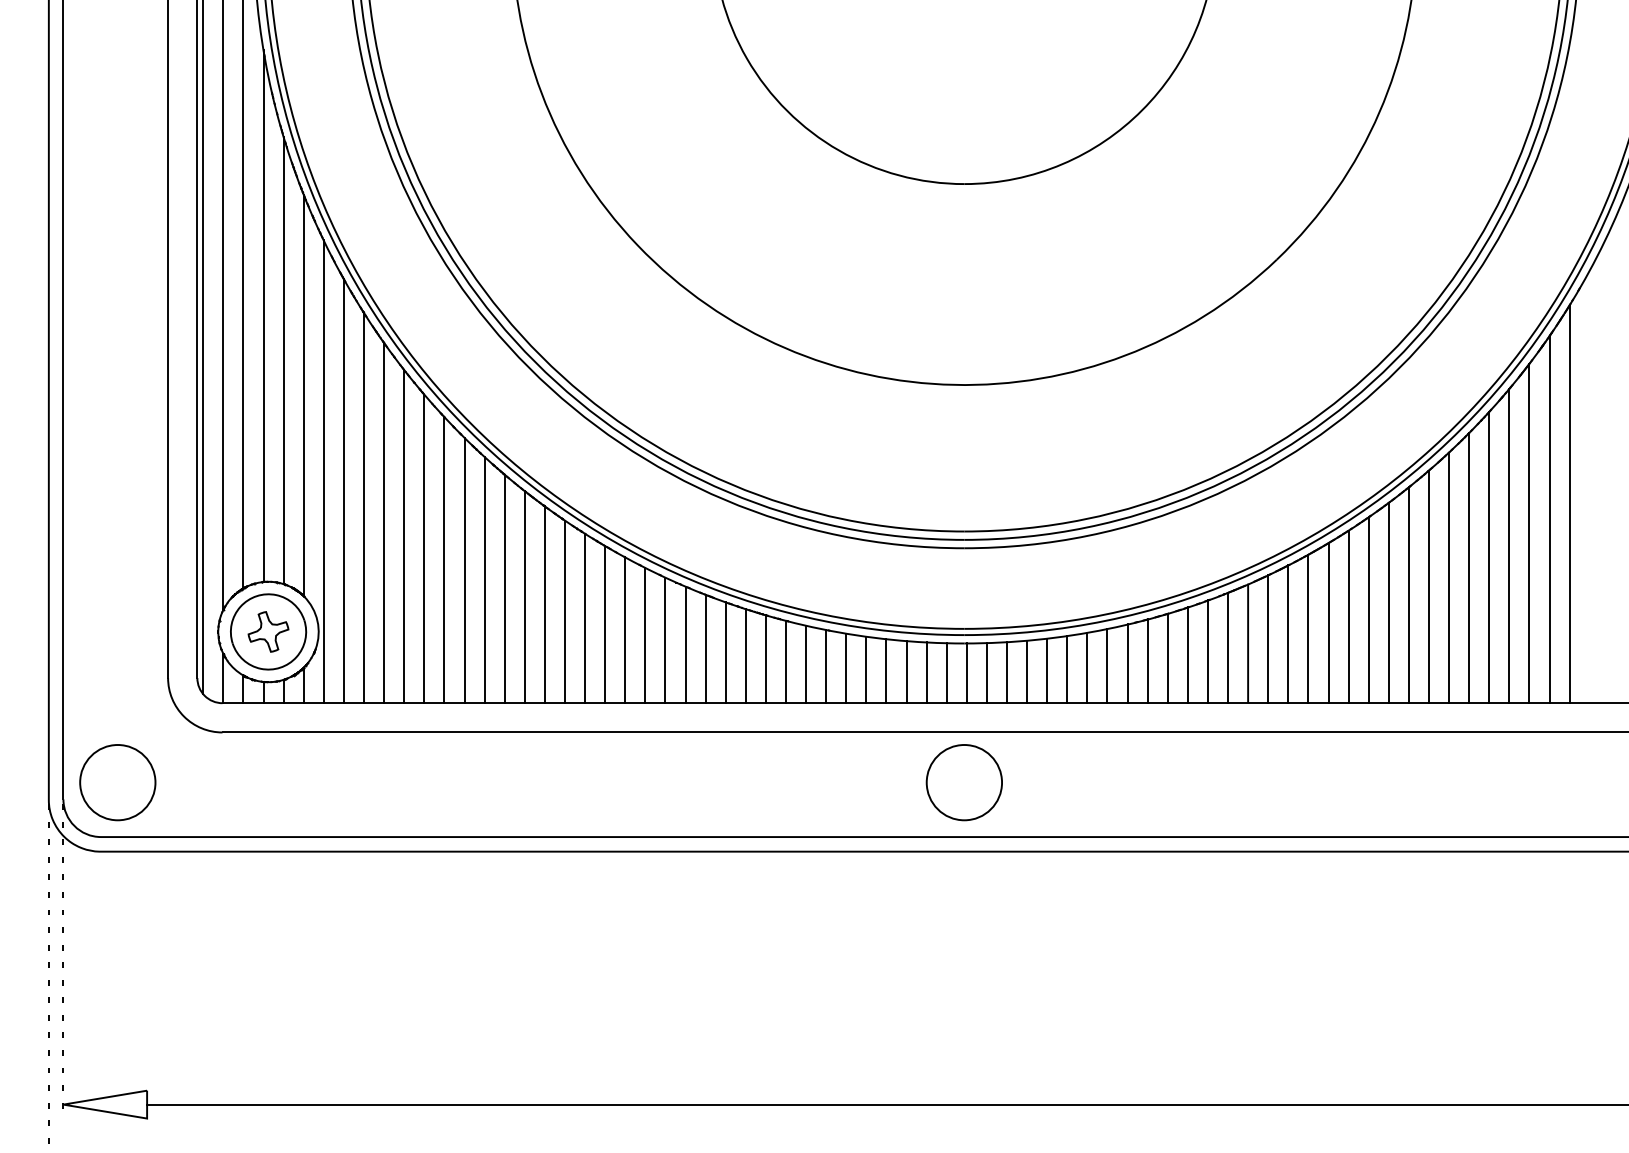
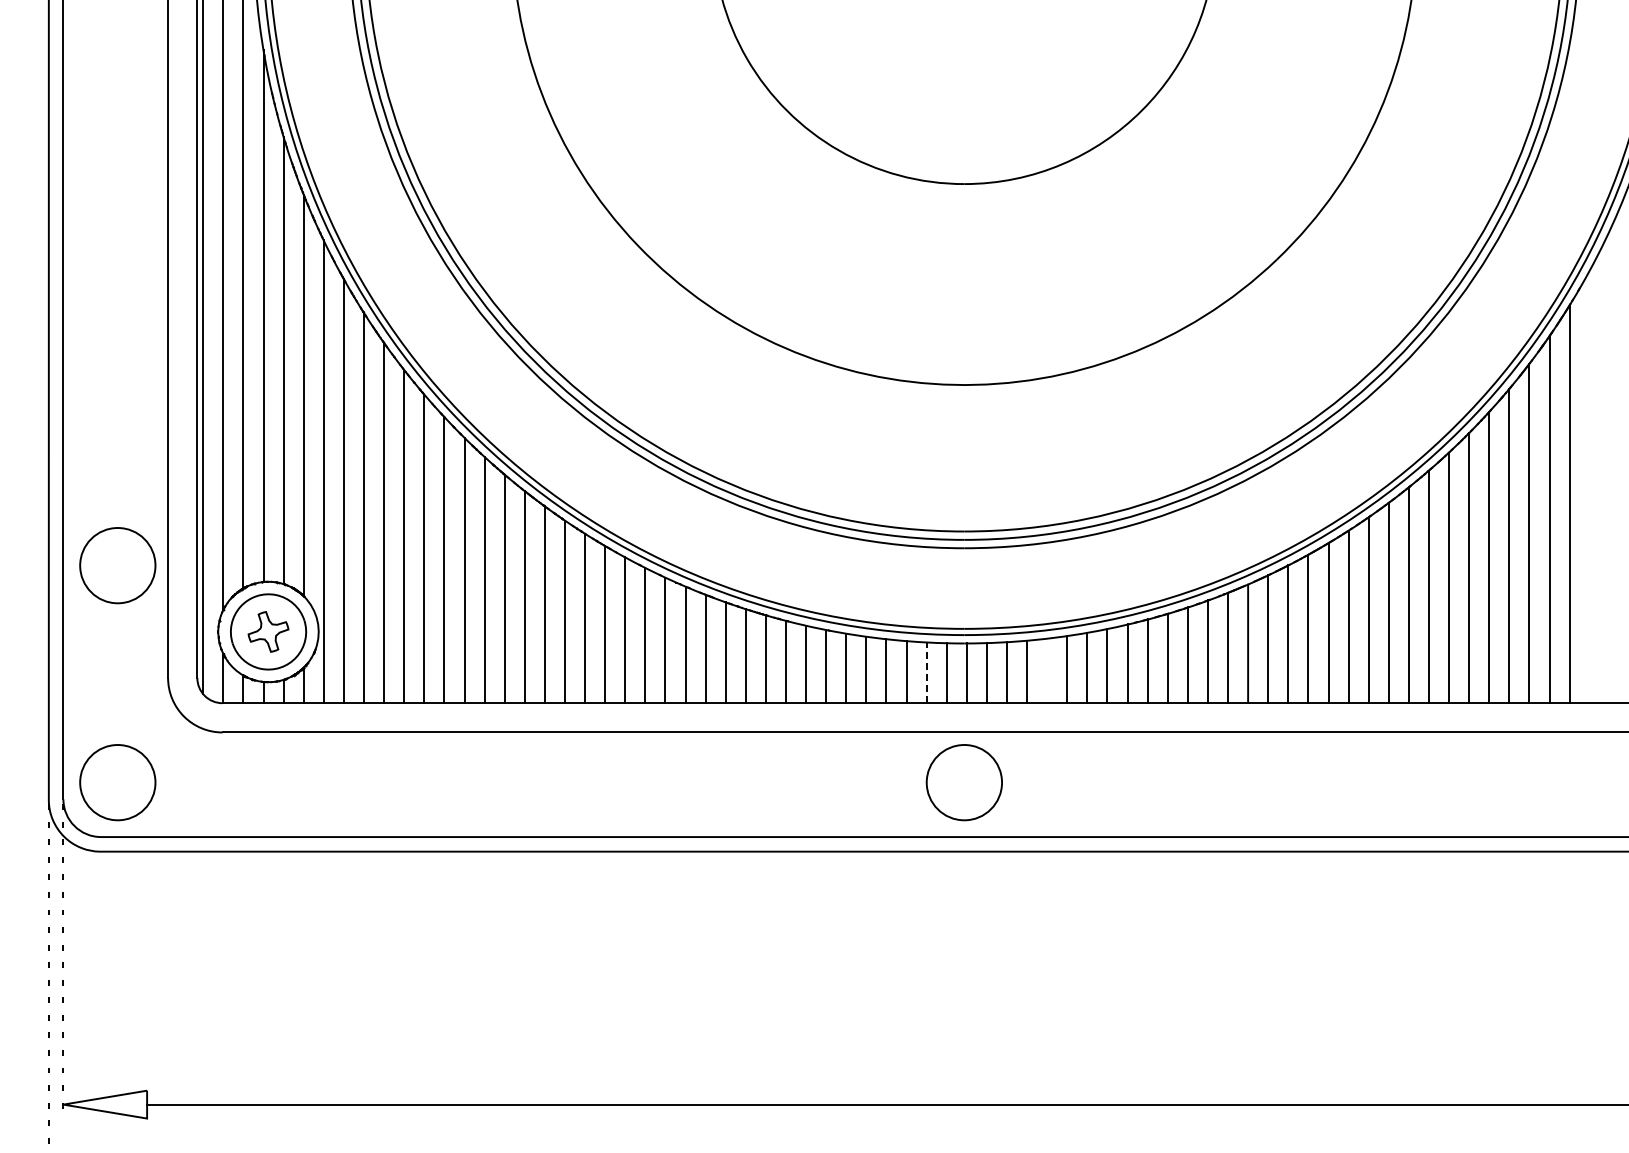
circle at (117, 565): none -> present
line at (1047, 670): present -> none
line at (926, 672): solid -> dashed
